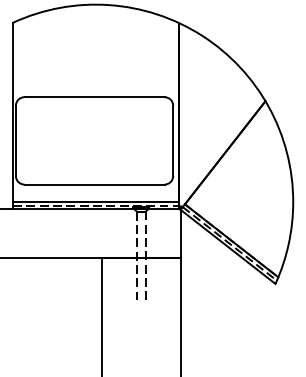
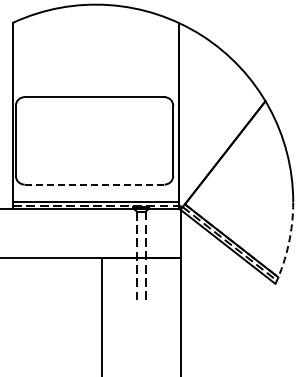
line at (94, 184): solid -> dashed
arc at (288, 243): solid -> dashed
